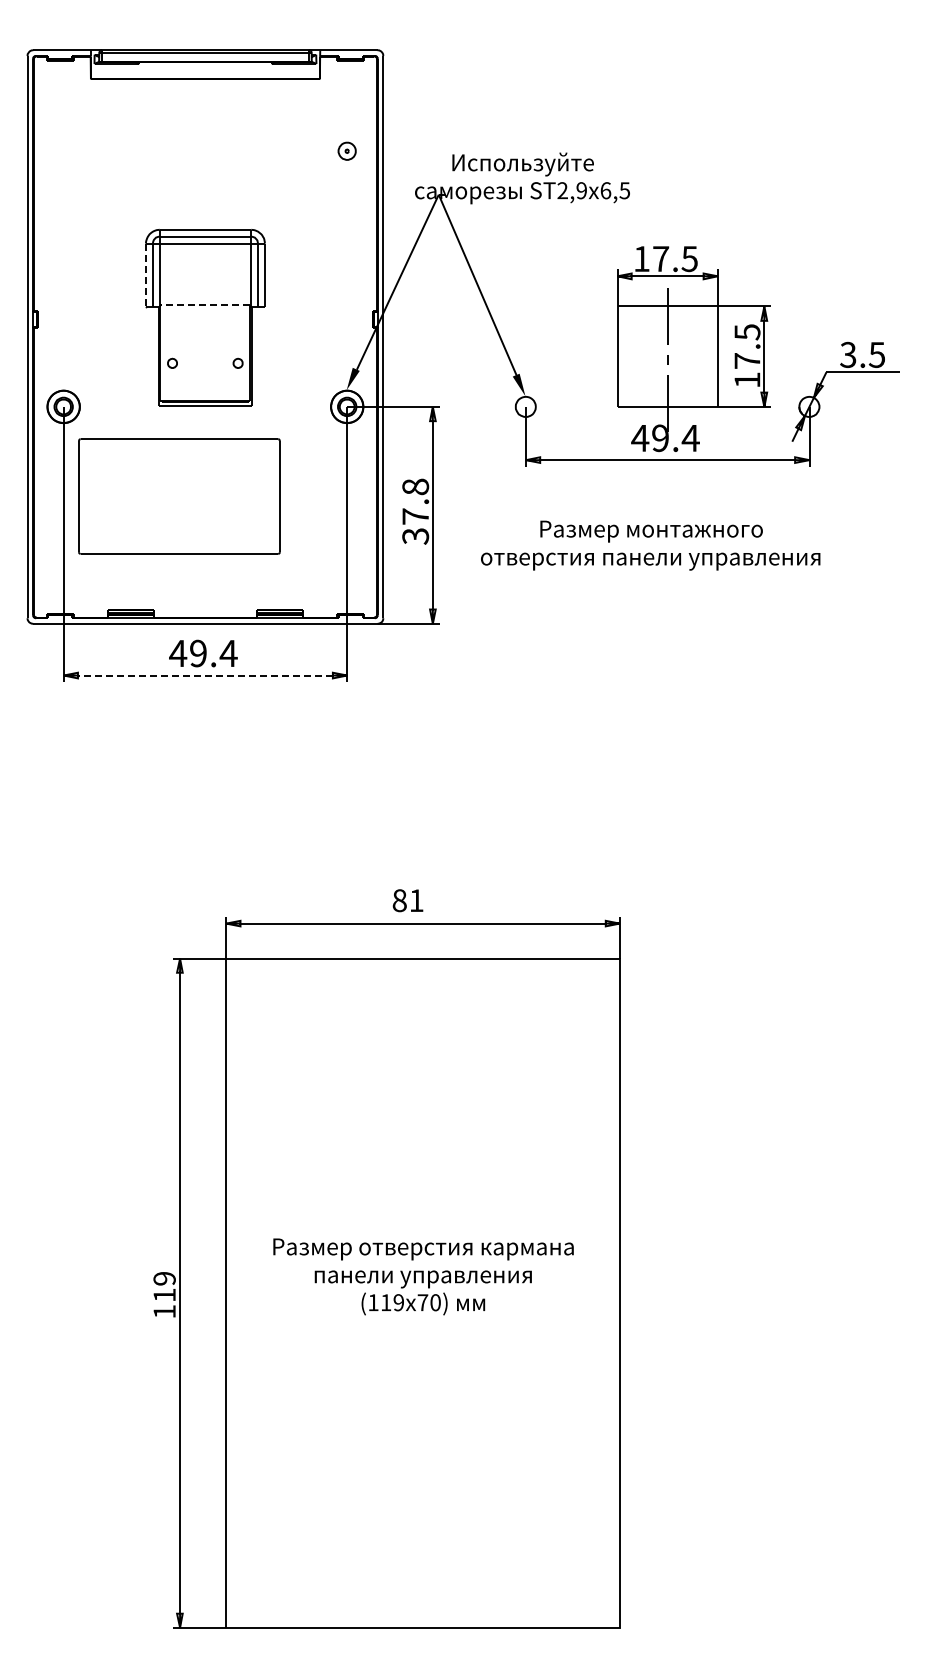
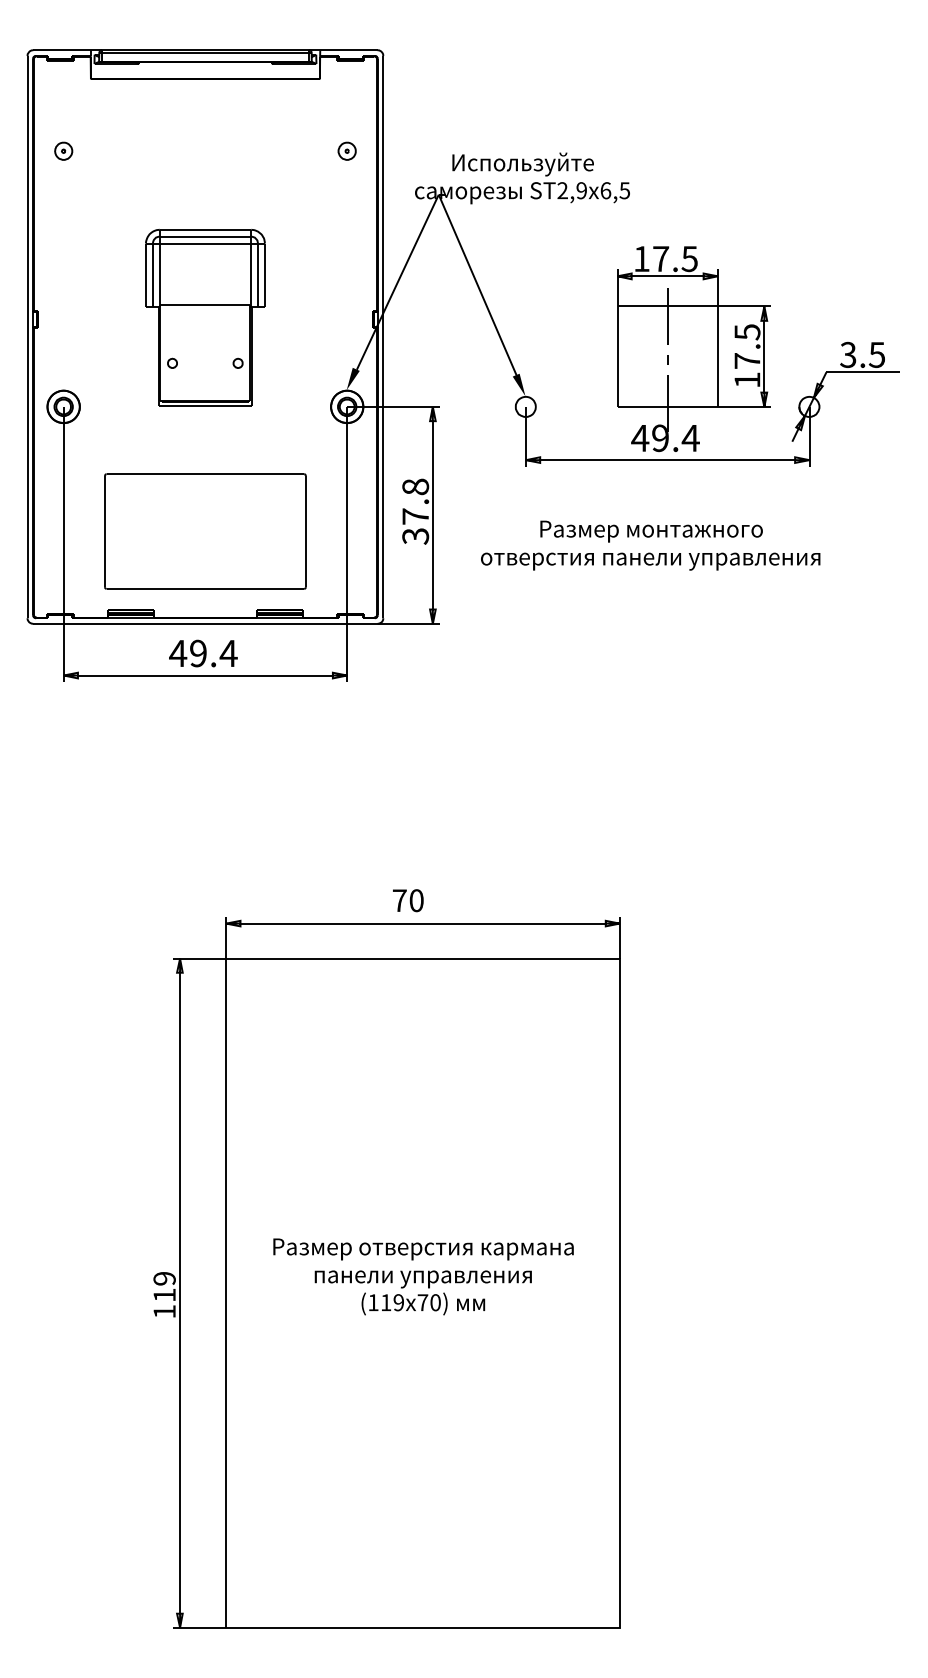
part at (63, 150): none -> present
line at (146, 275): dashed -> solid
line at (204, 305): dashed -> solid
part at (179, 496) position: (179, 496) -> (205, 531)
line at (204, 675): dashed -> solid
text at (407, 900): 81 -> 70
